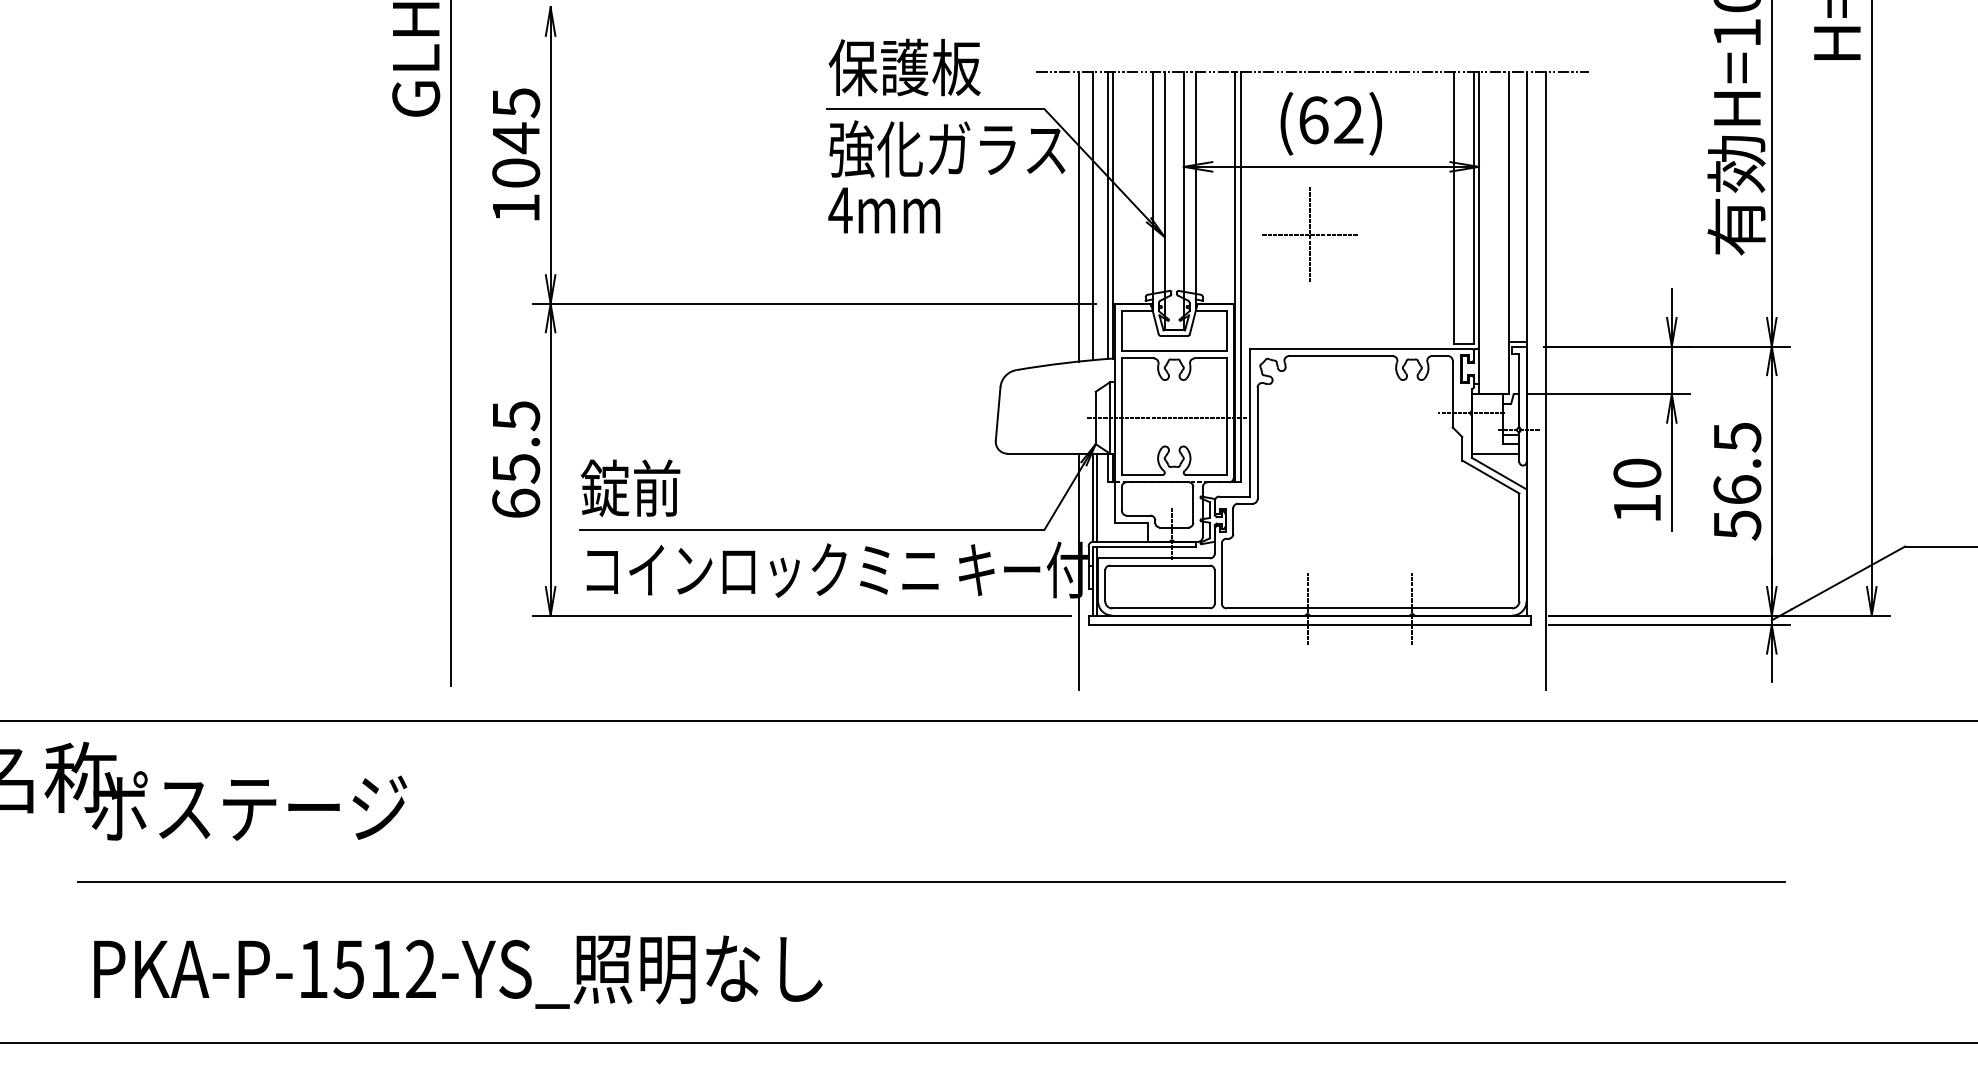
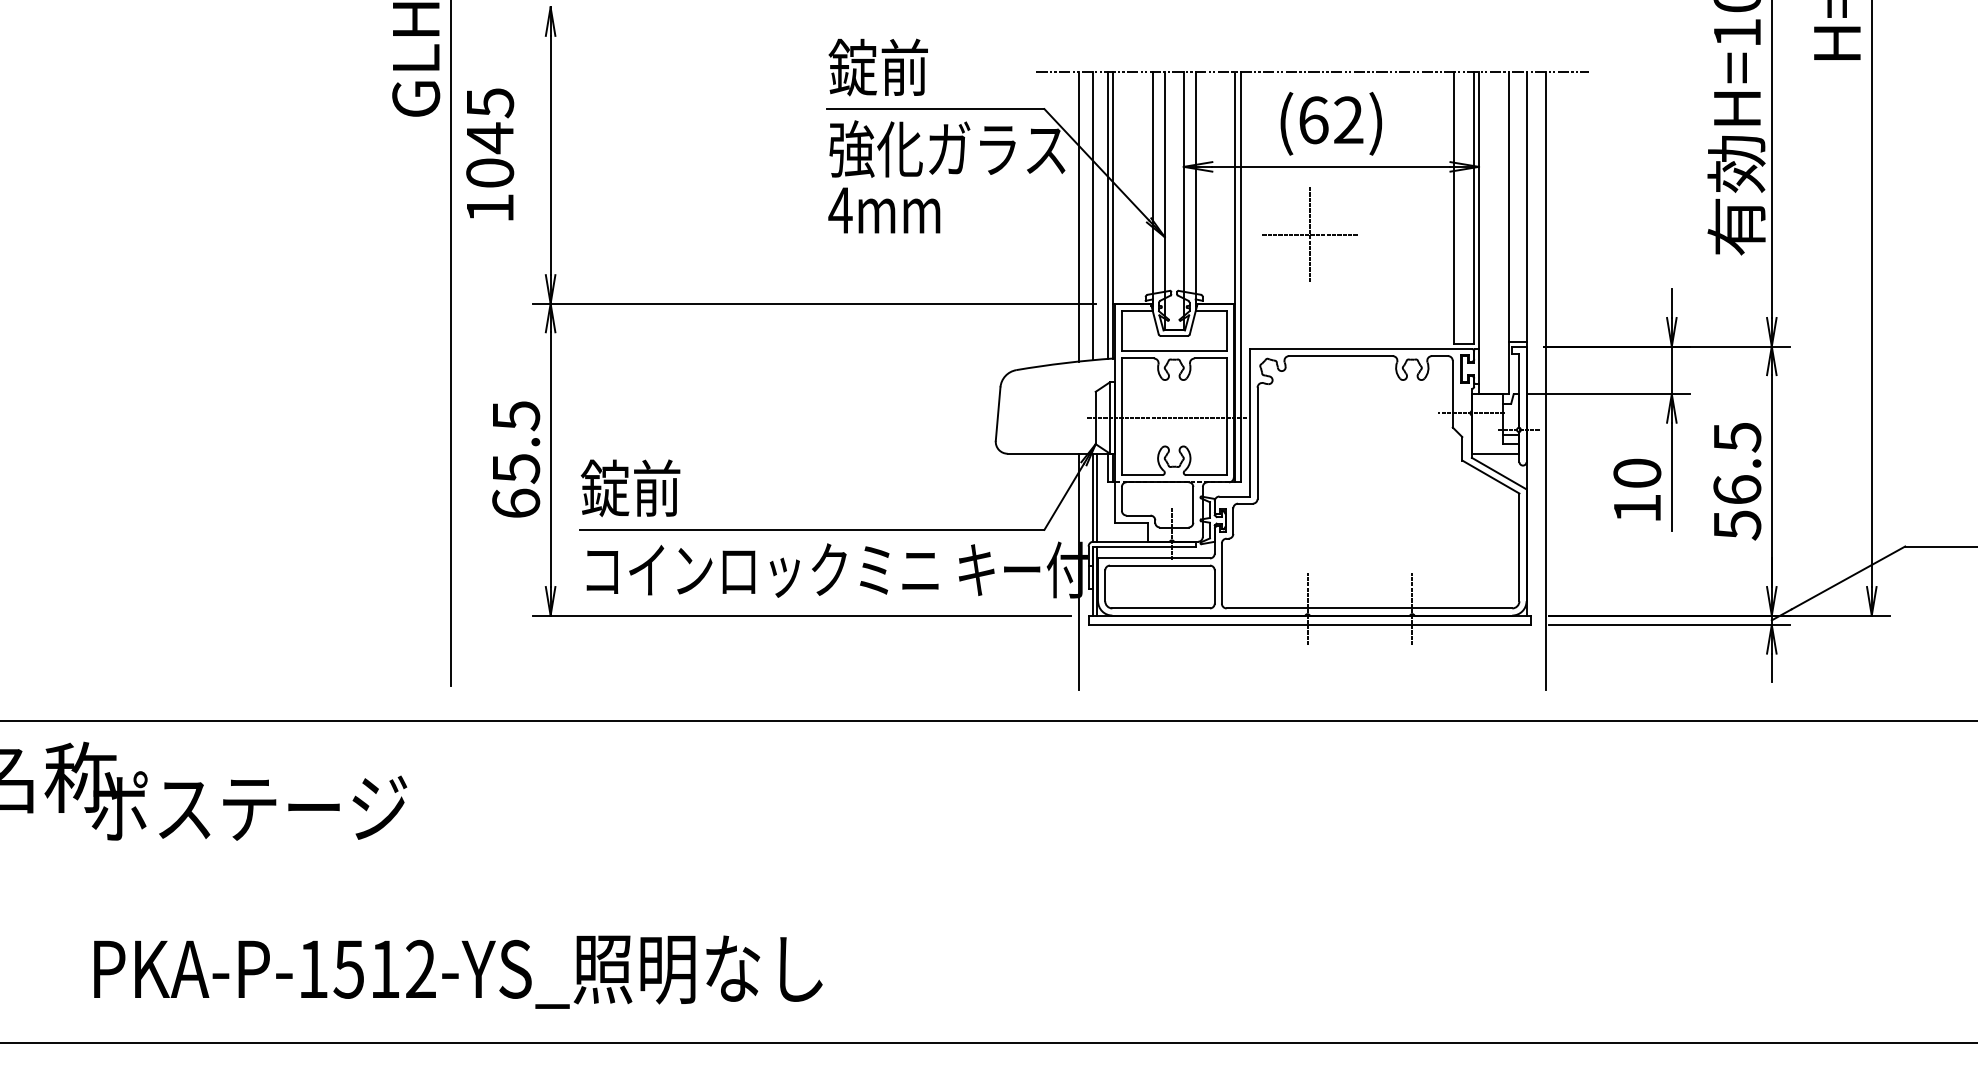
text at (904, 67): 保護板 -> 錠前
text at (516, 154) position: (516, 154) -> (490, 154)
line at (931, 881): present -> none
